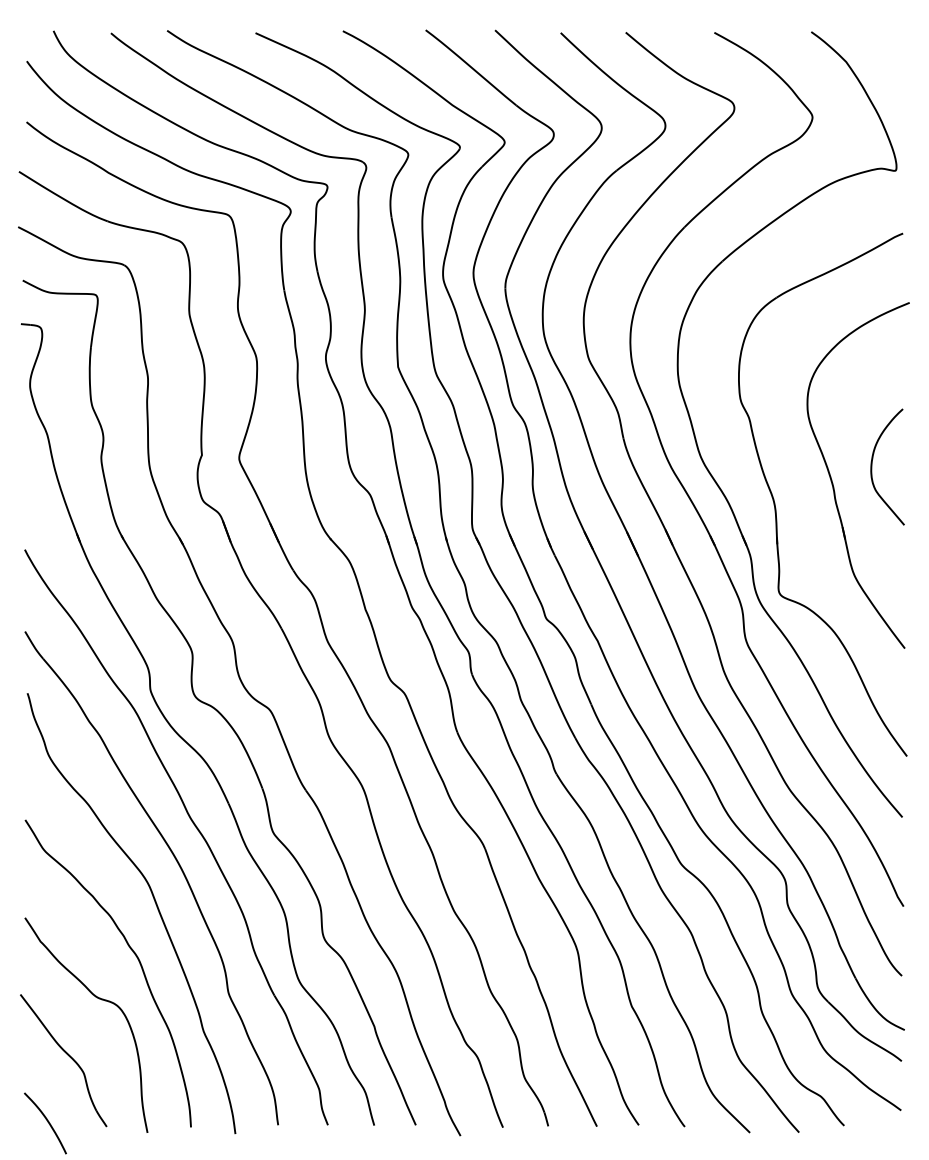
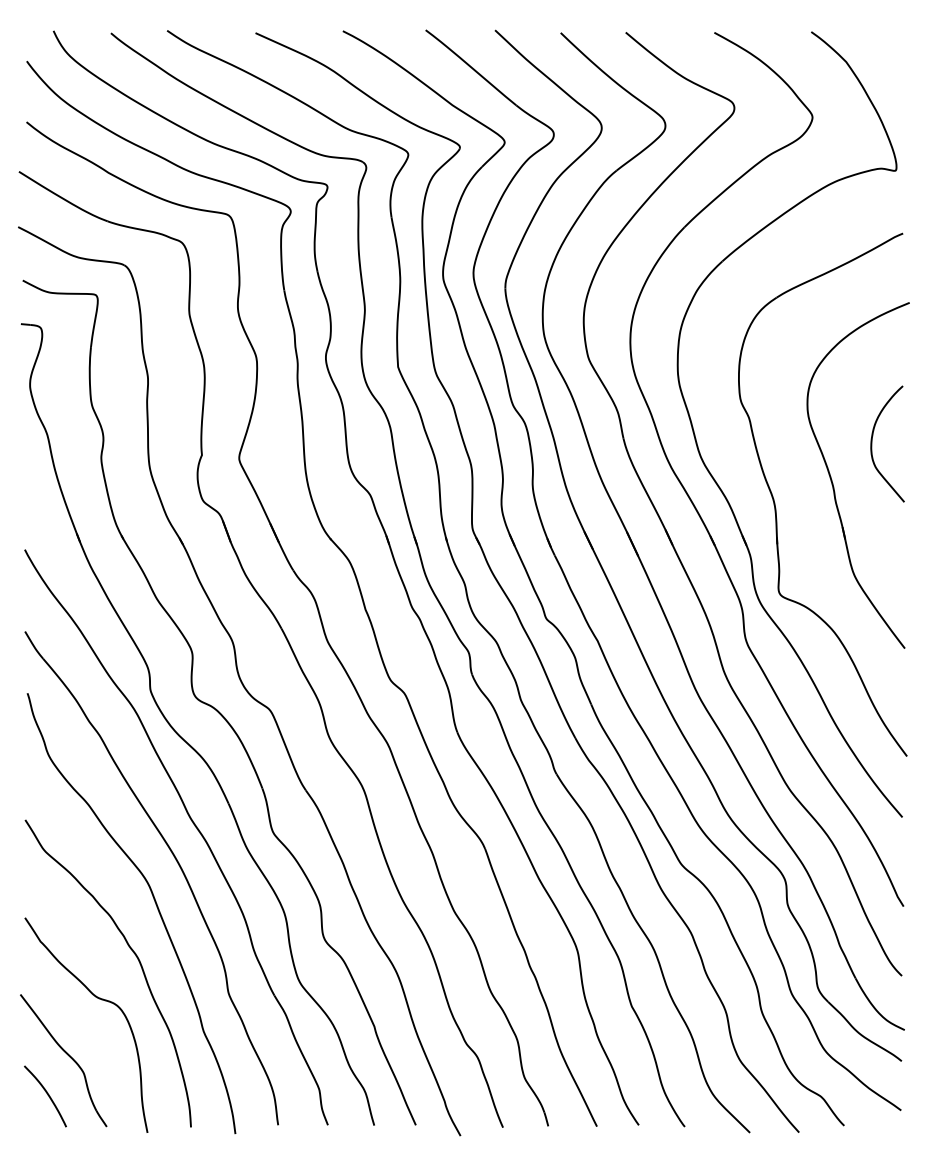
curve at (872, 466) position: (872, 466) -> (872, 443)
curve at (47, 1122) position: (47, 1122) -> (47, 1095)
